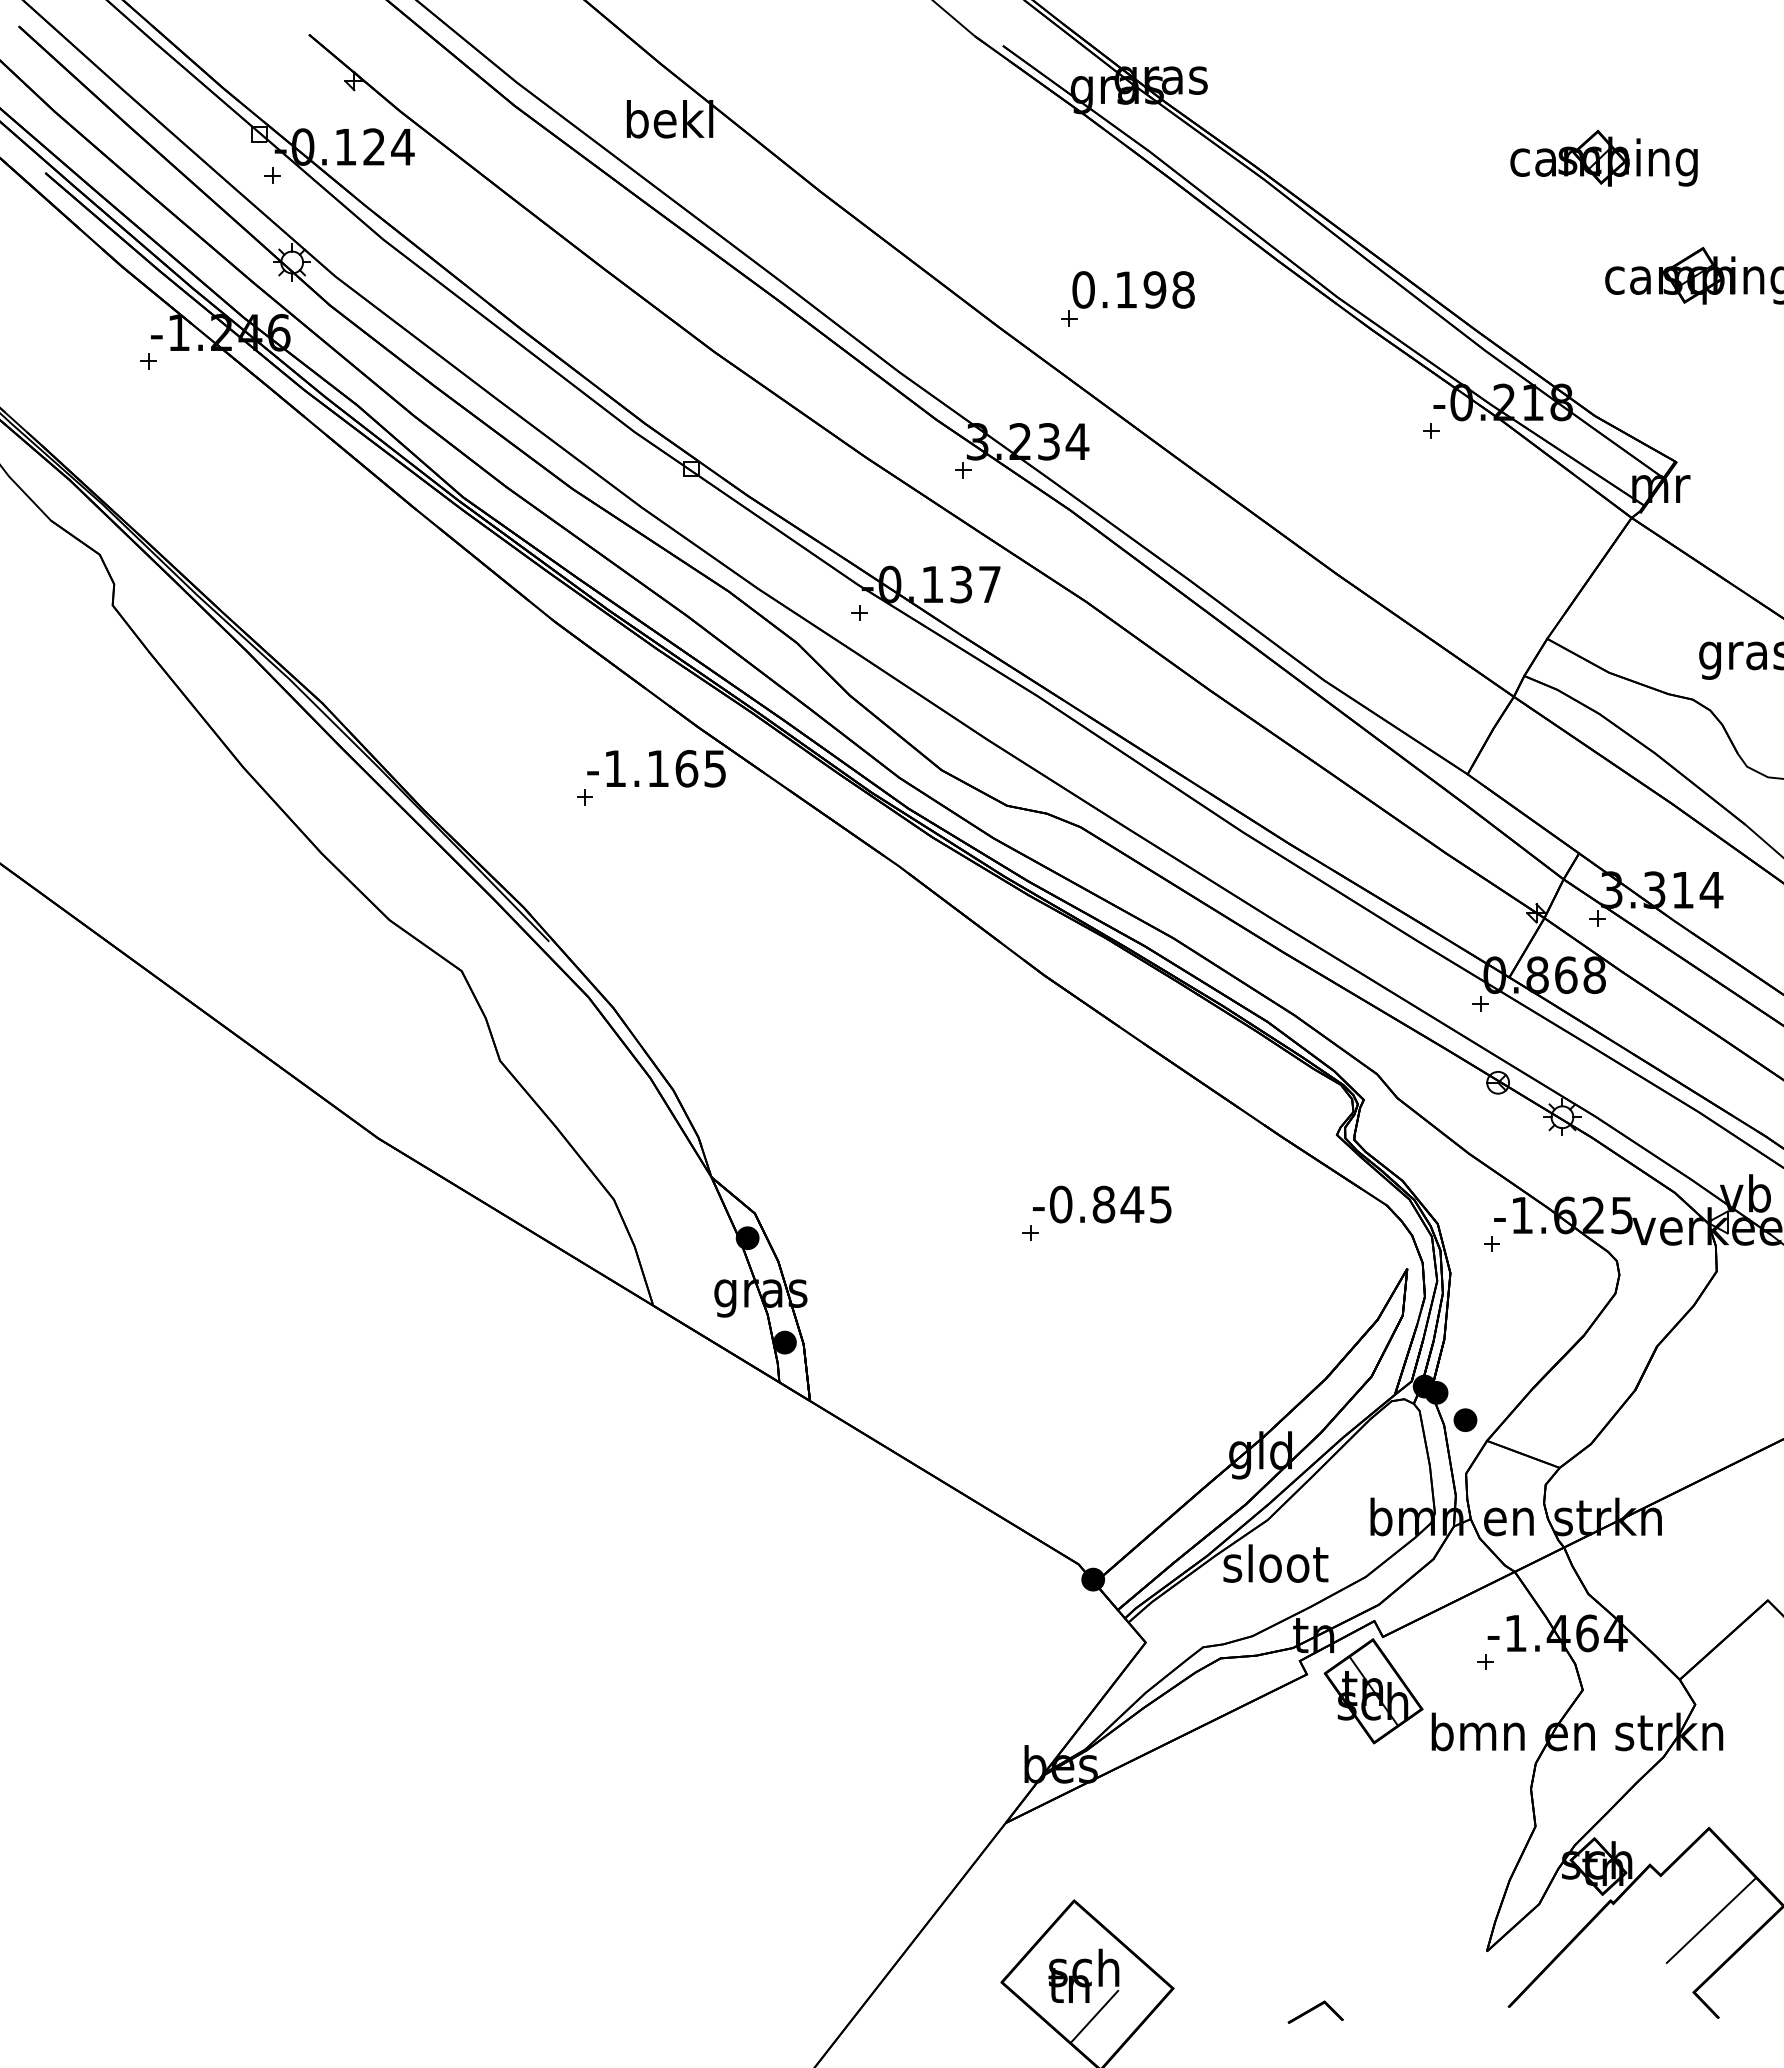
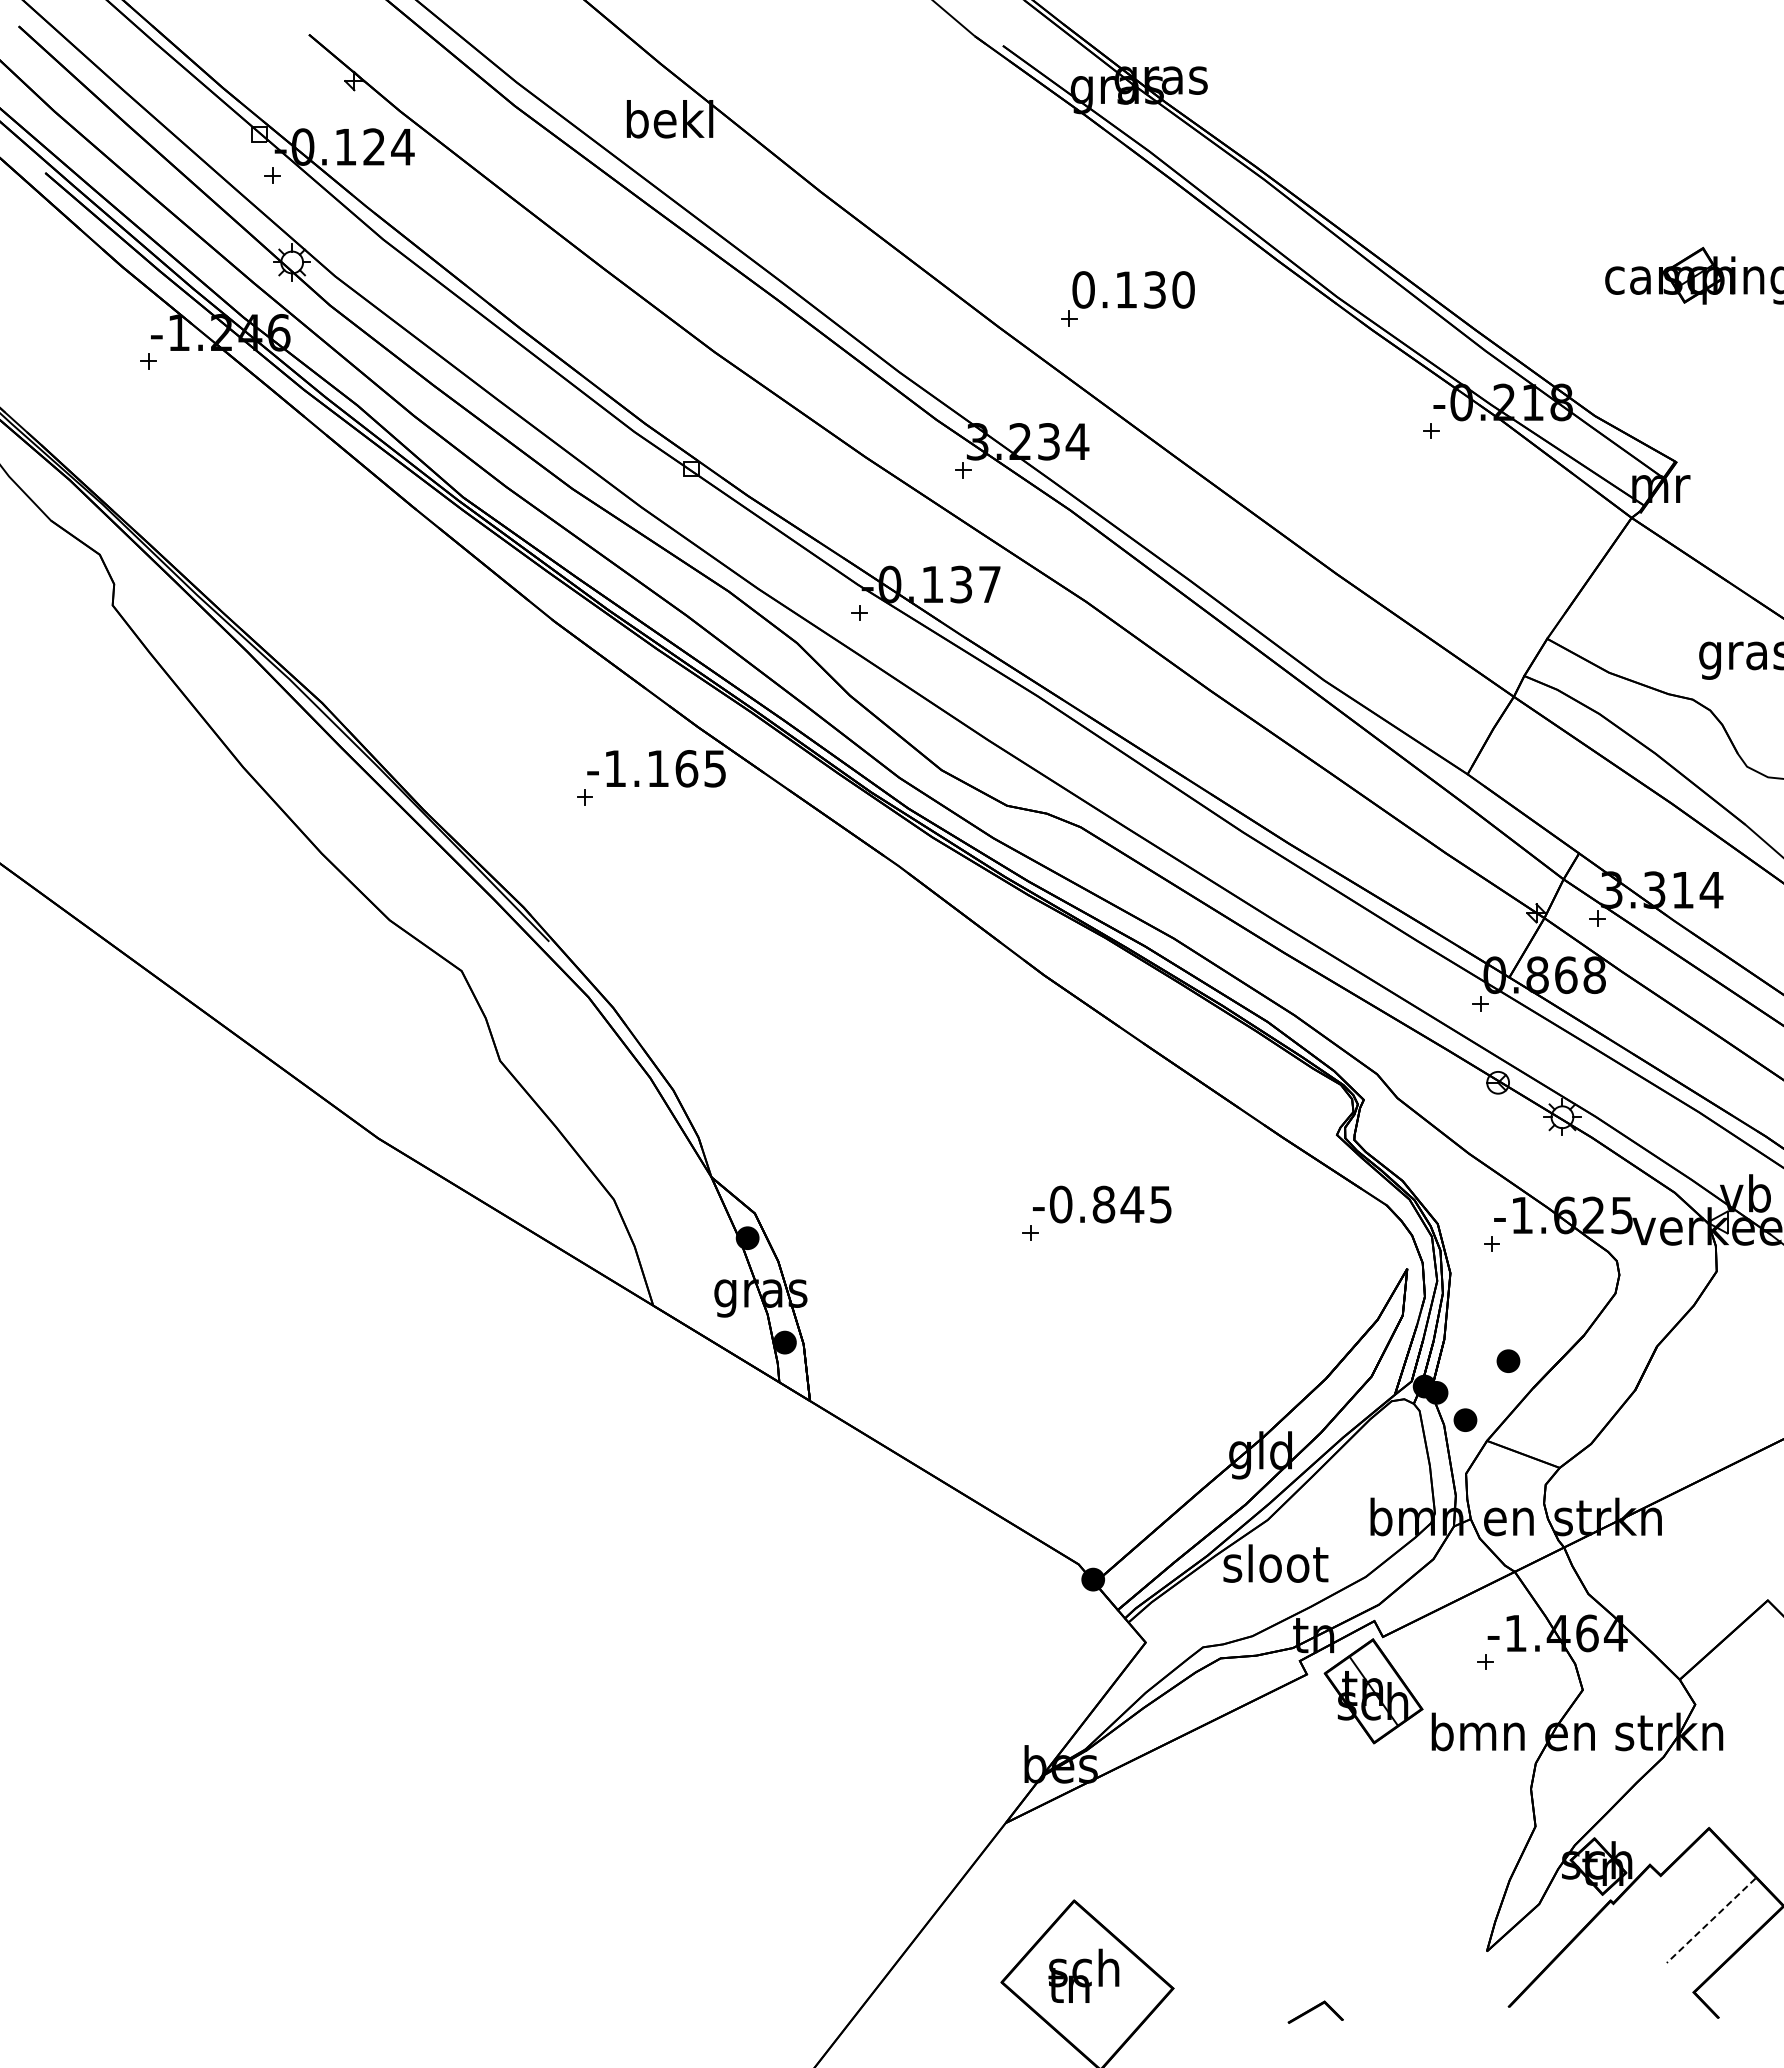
part at (1603, 157): present -> none
text at (1168, 289): 0.198 -> 0.130
part at (1508, 1360): none -> present
line at (1710, 1921): solid -> dashed
line at (1094, 2016): present -> none
